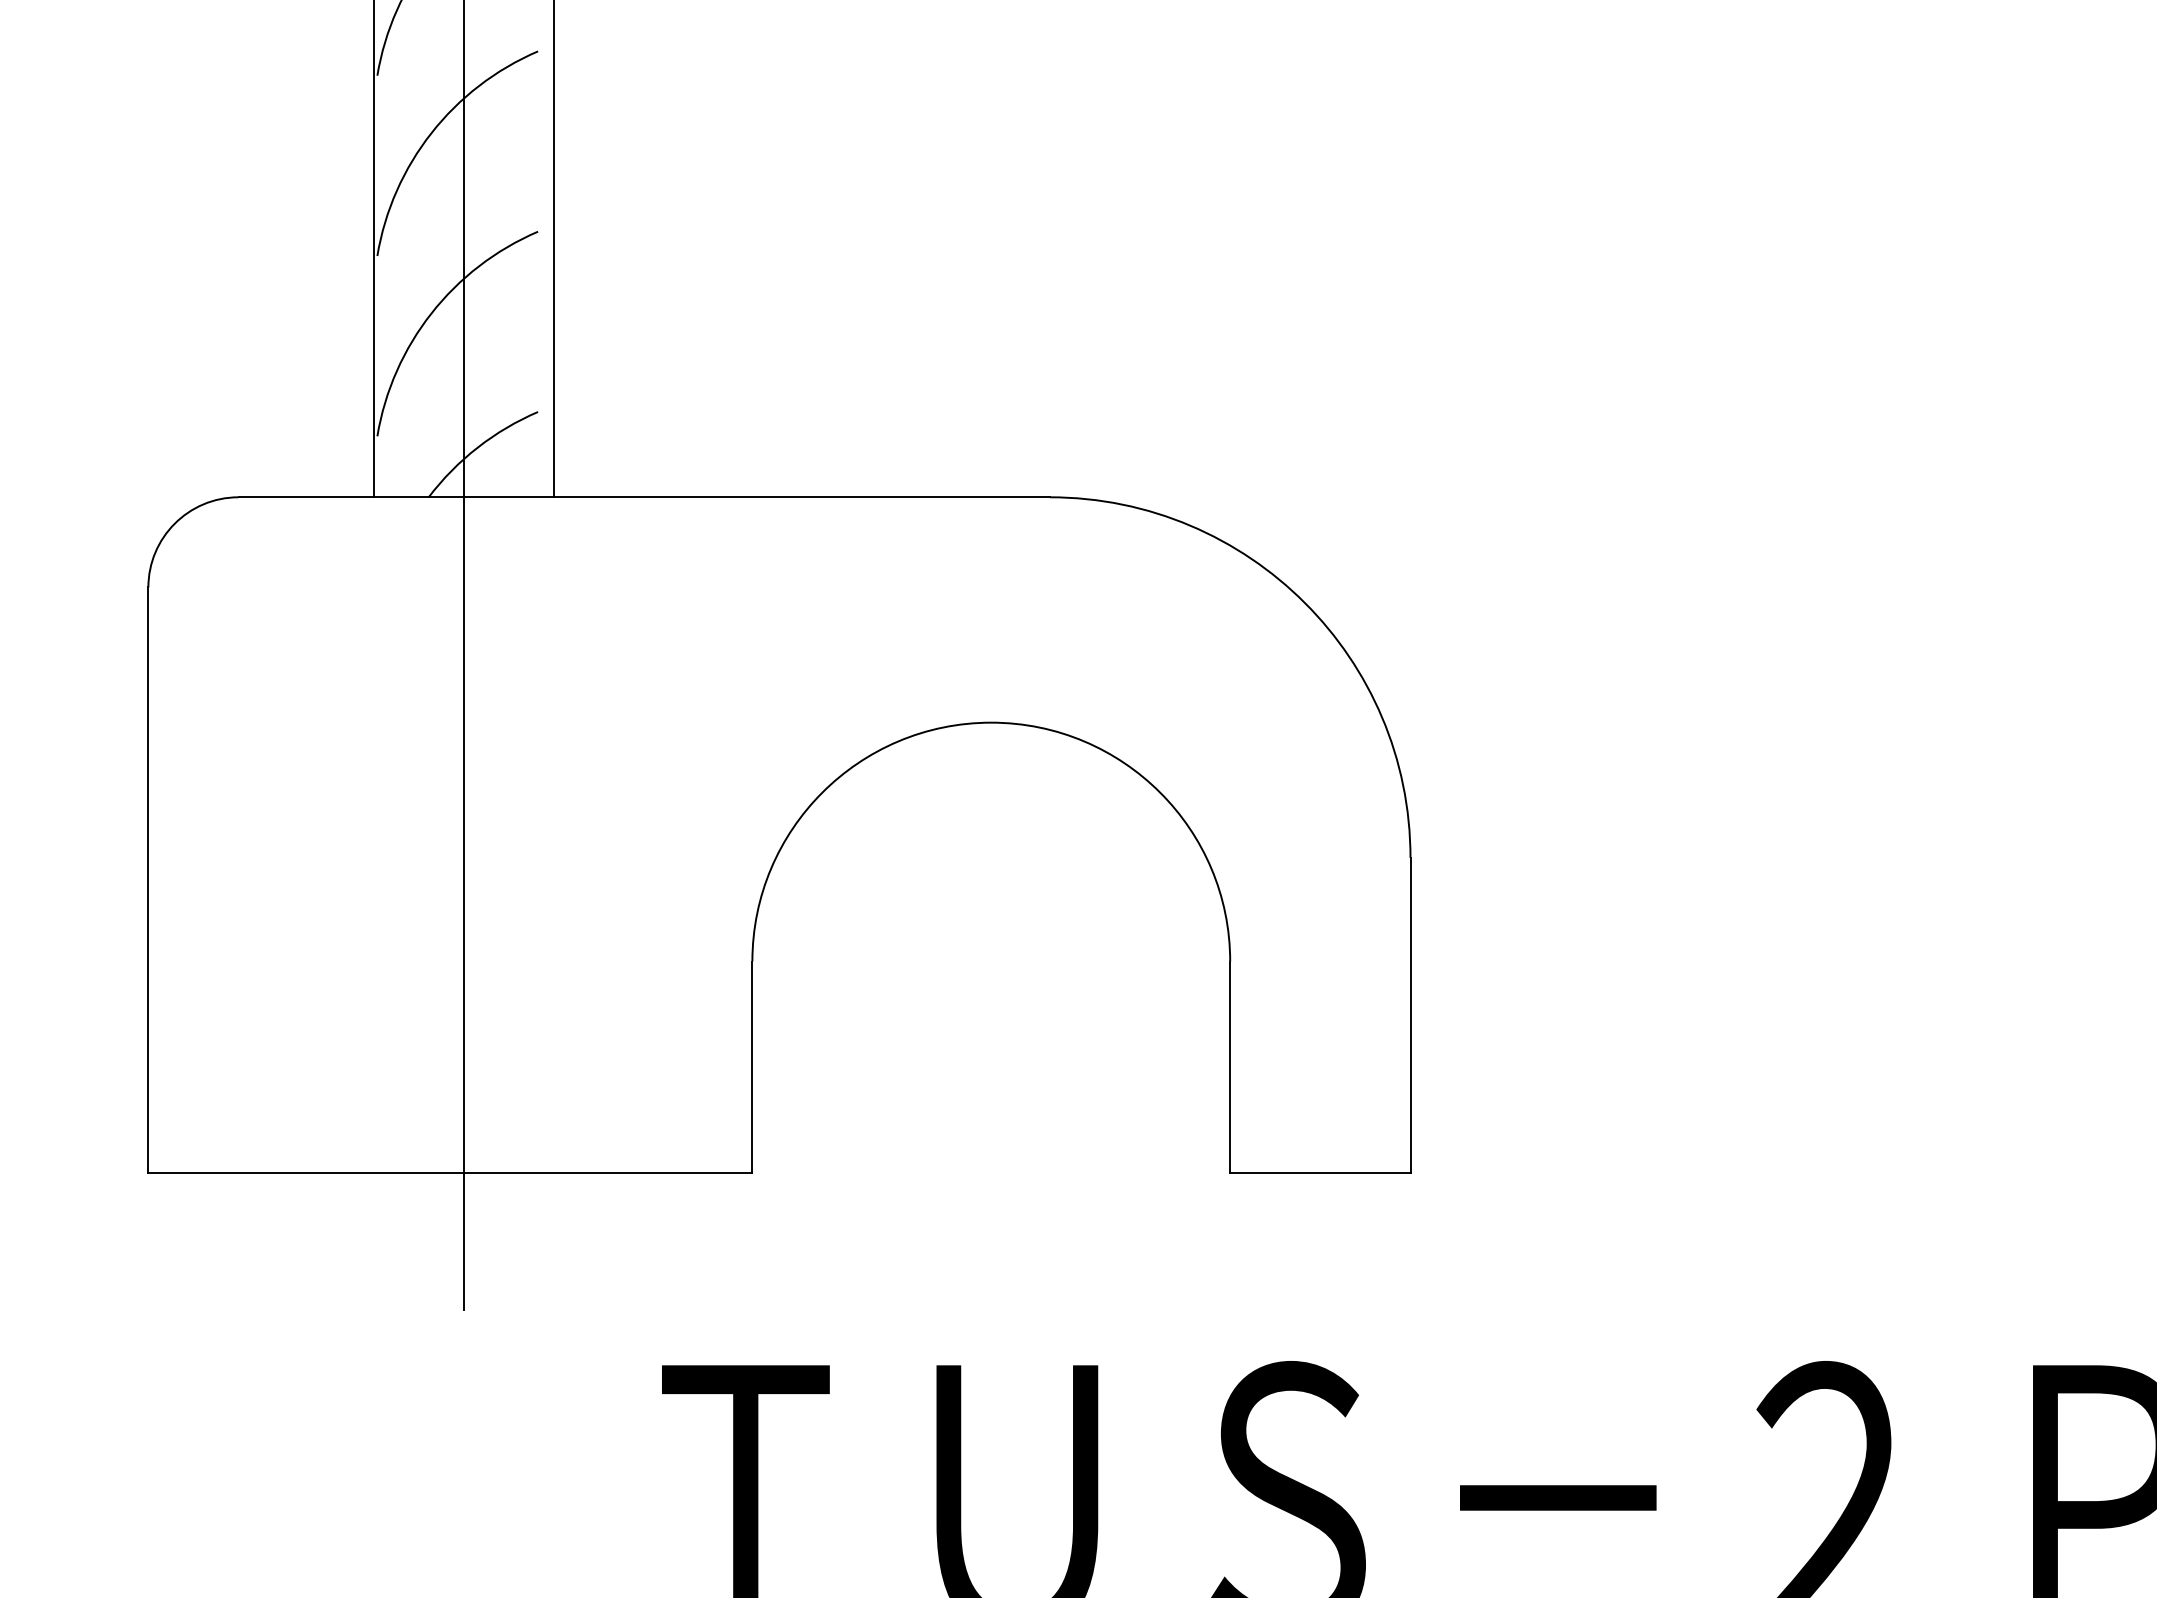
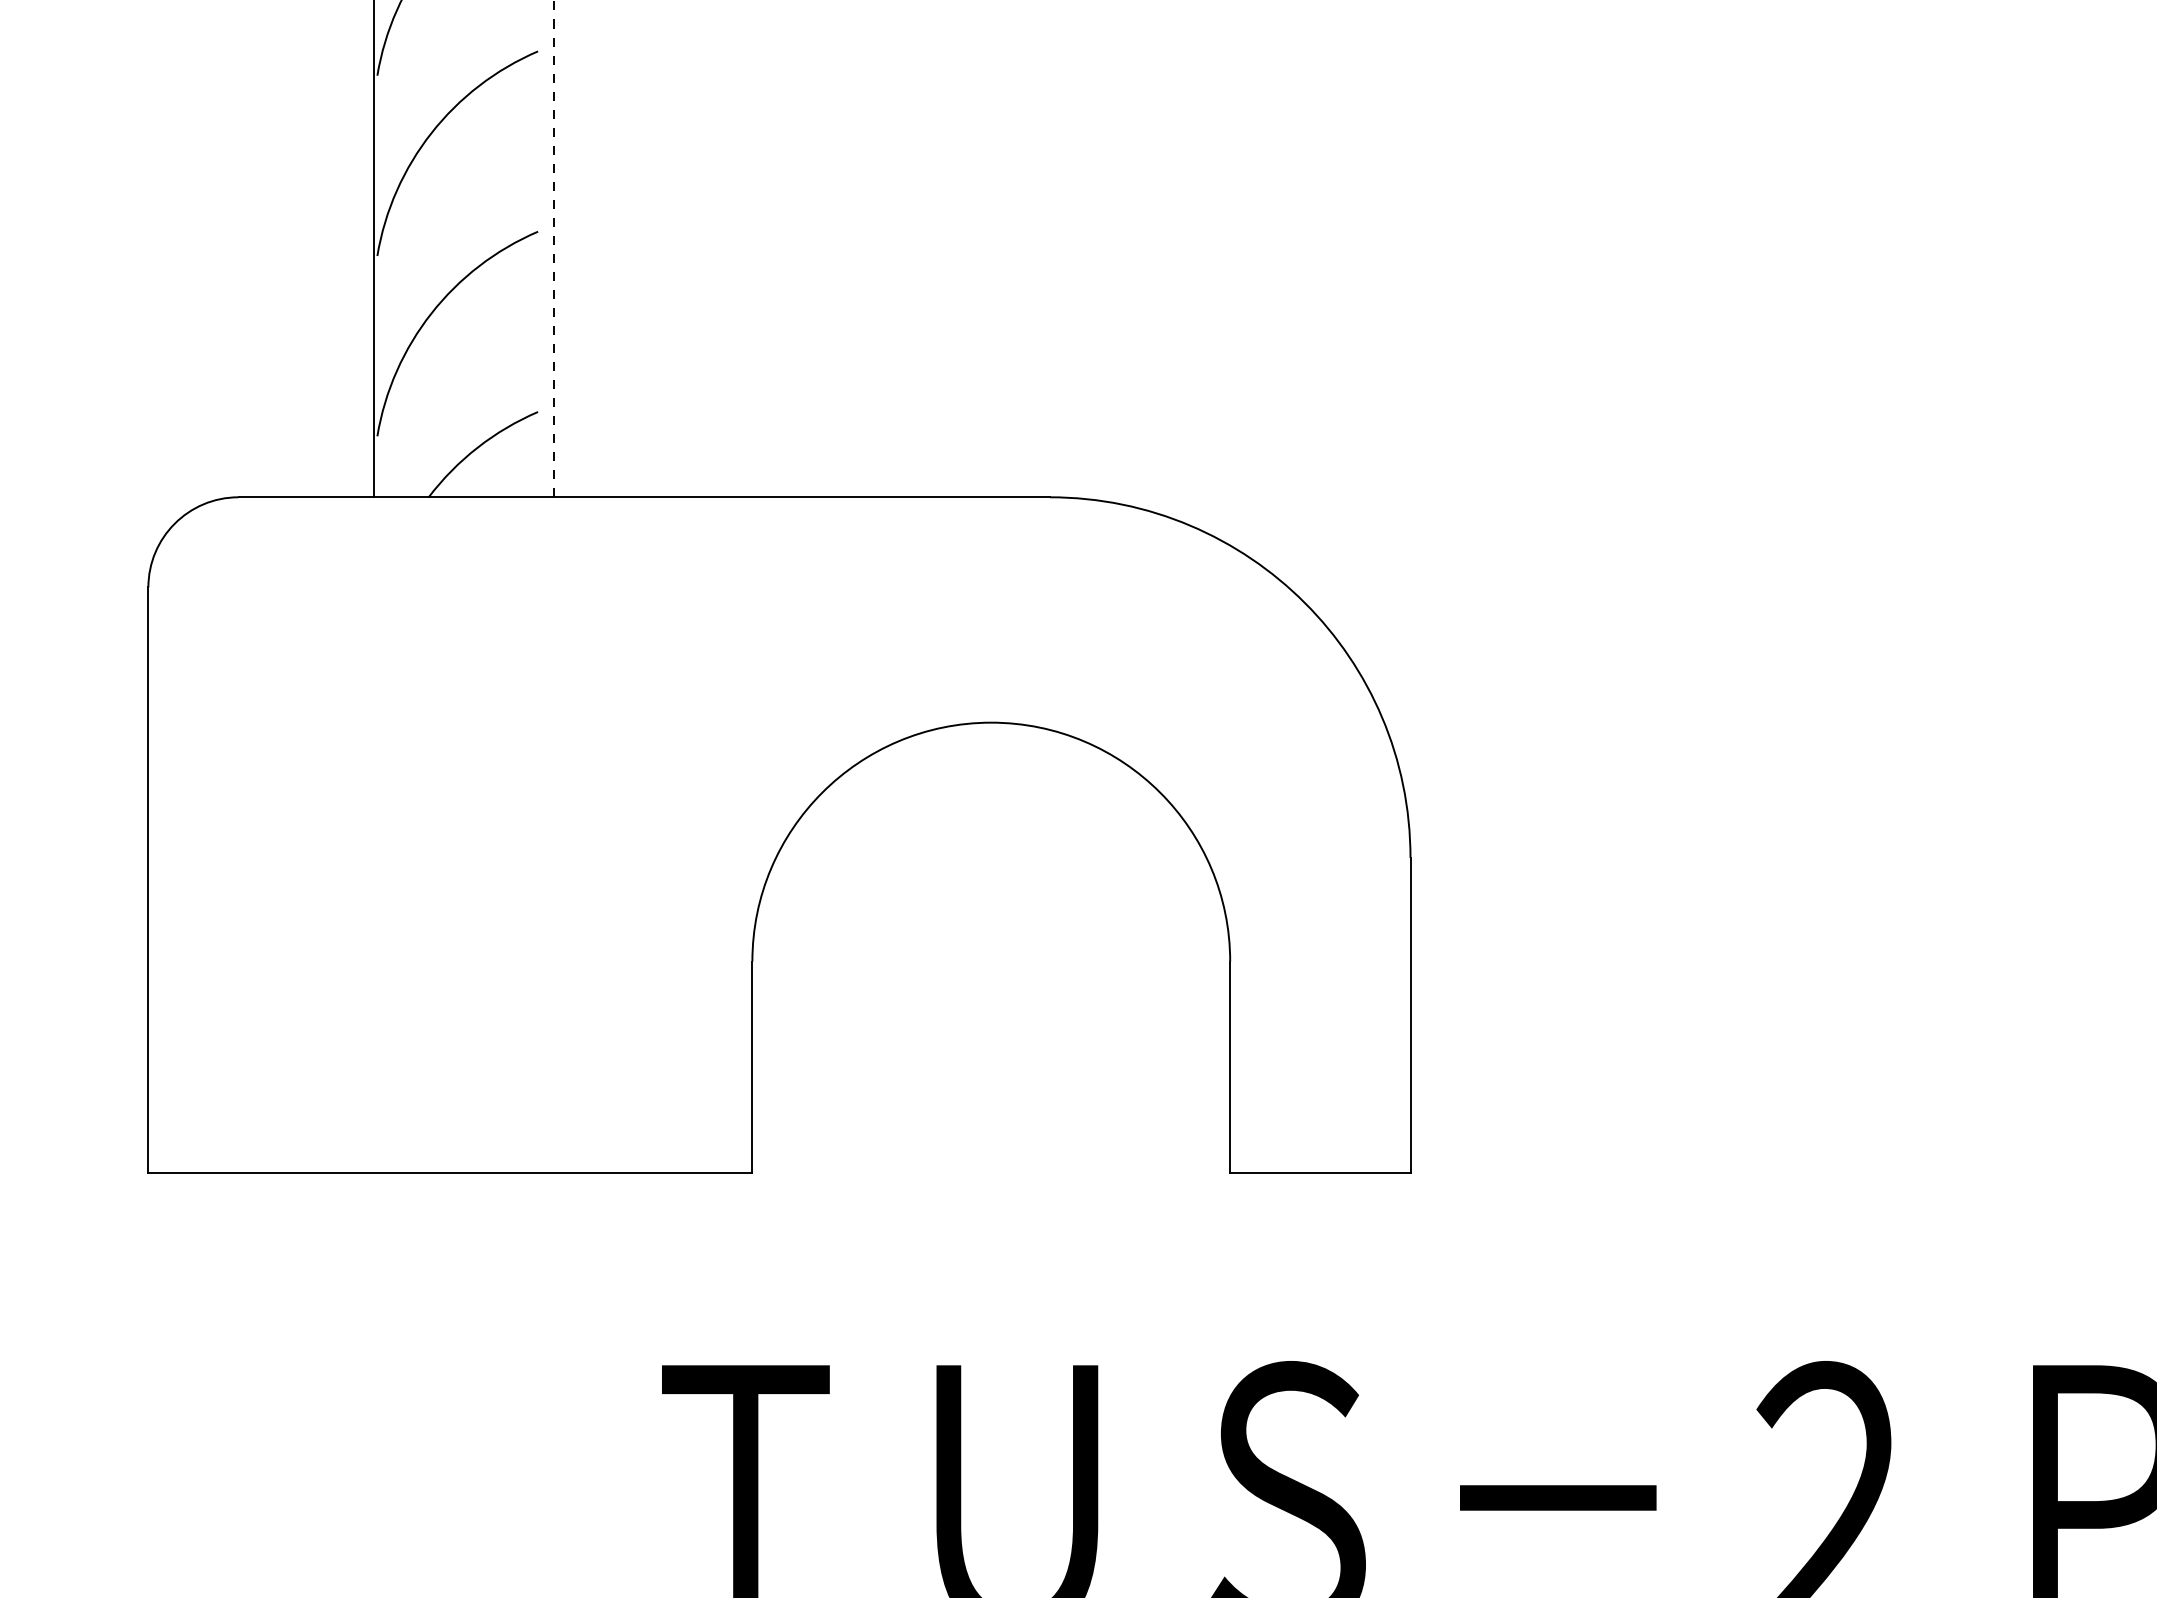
line at (554, 248): solid -> dashed
line at (463, 656): present -> none
